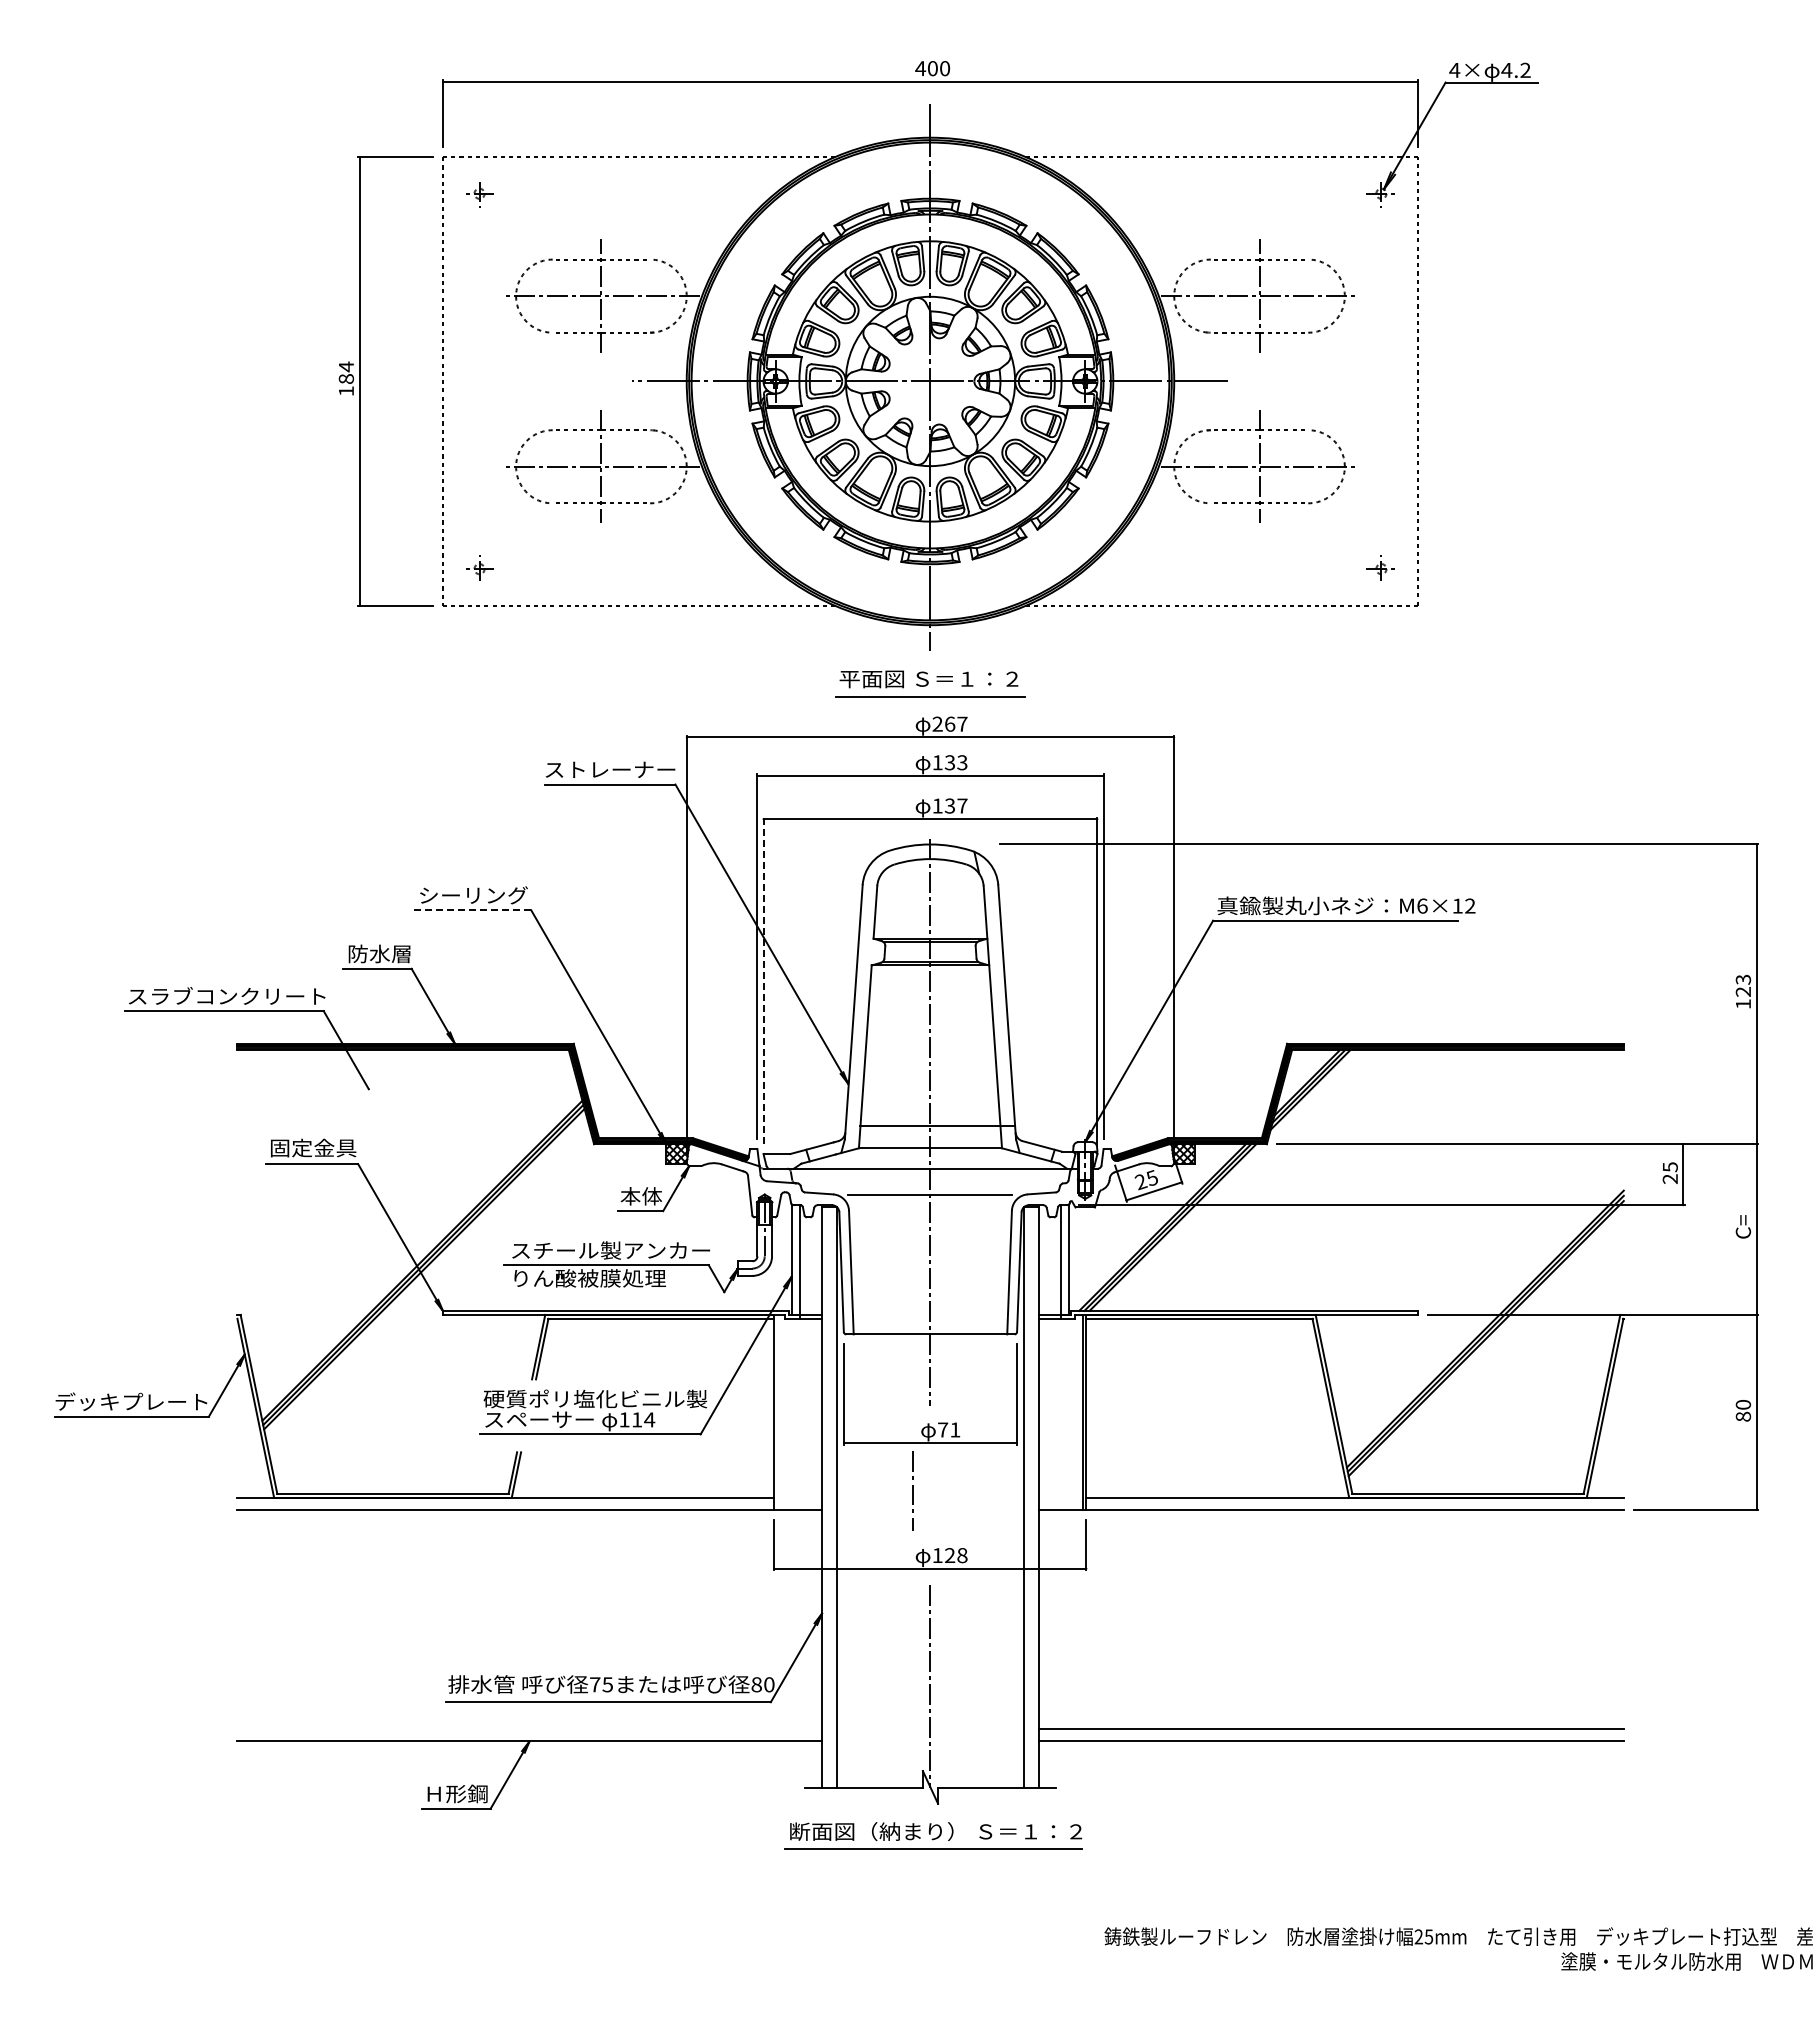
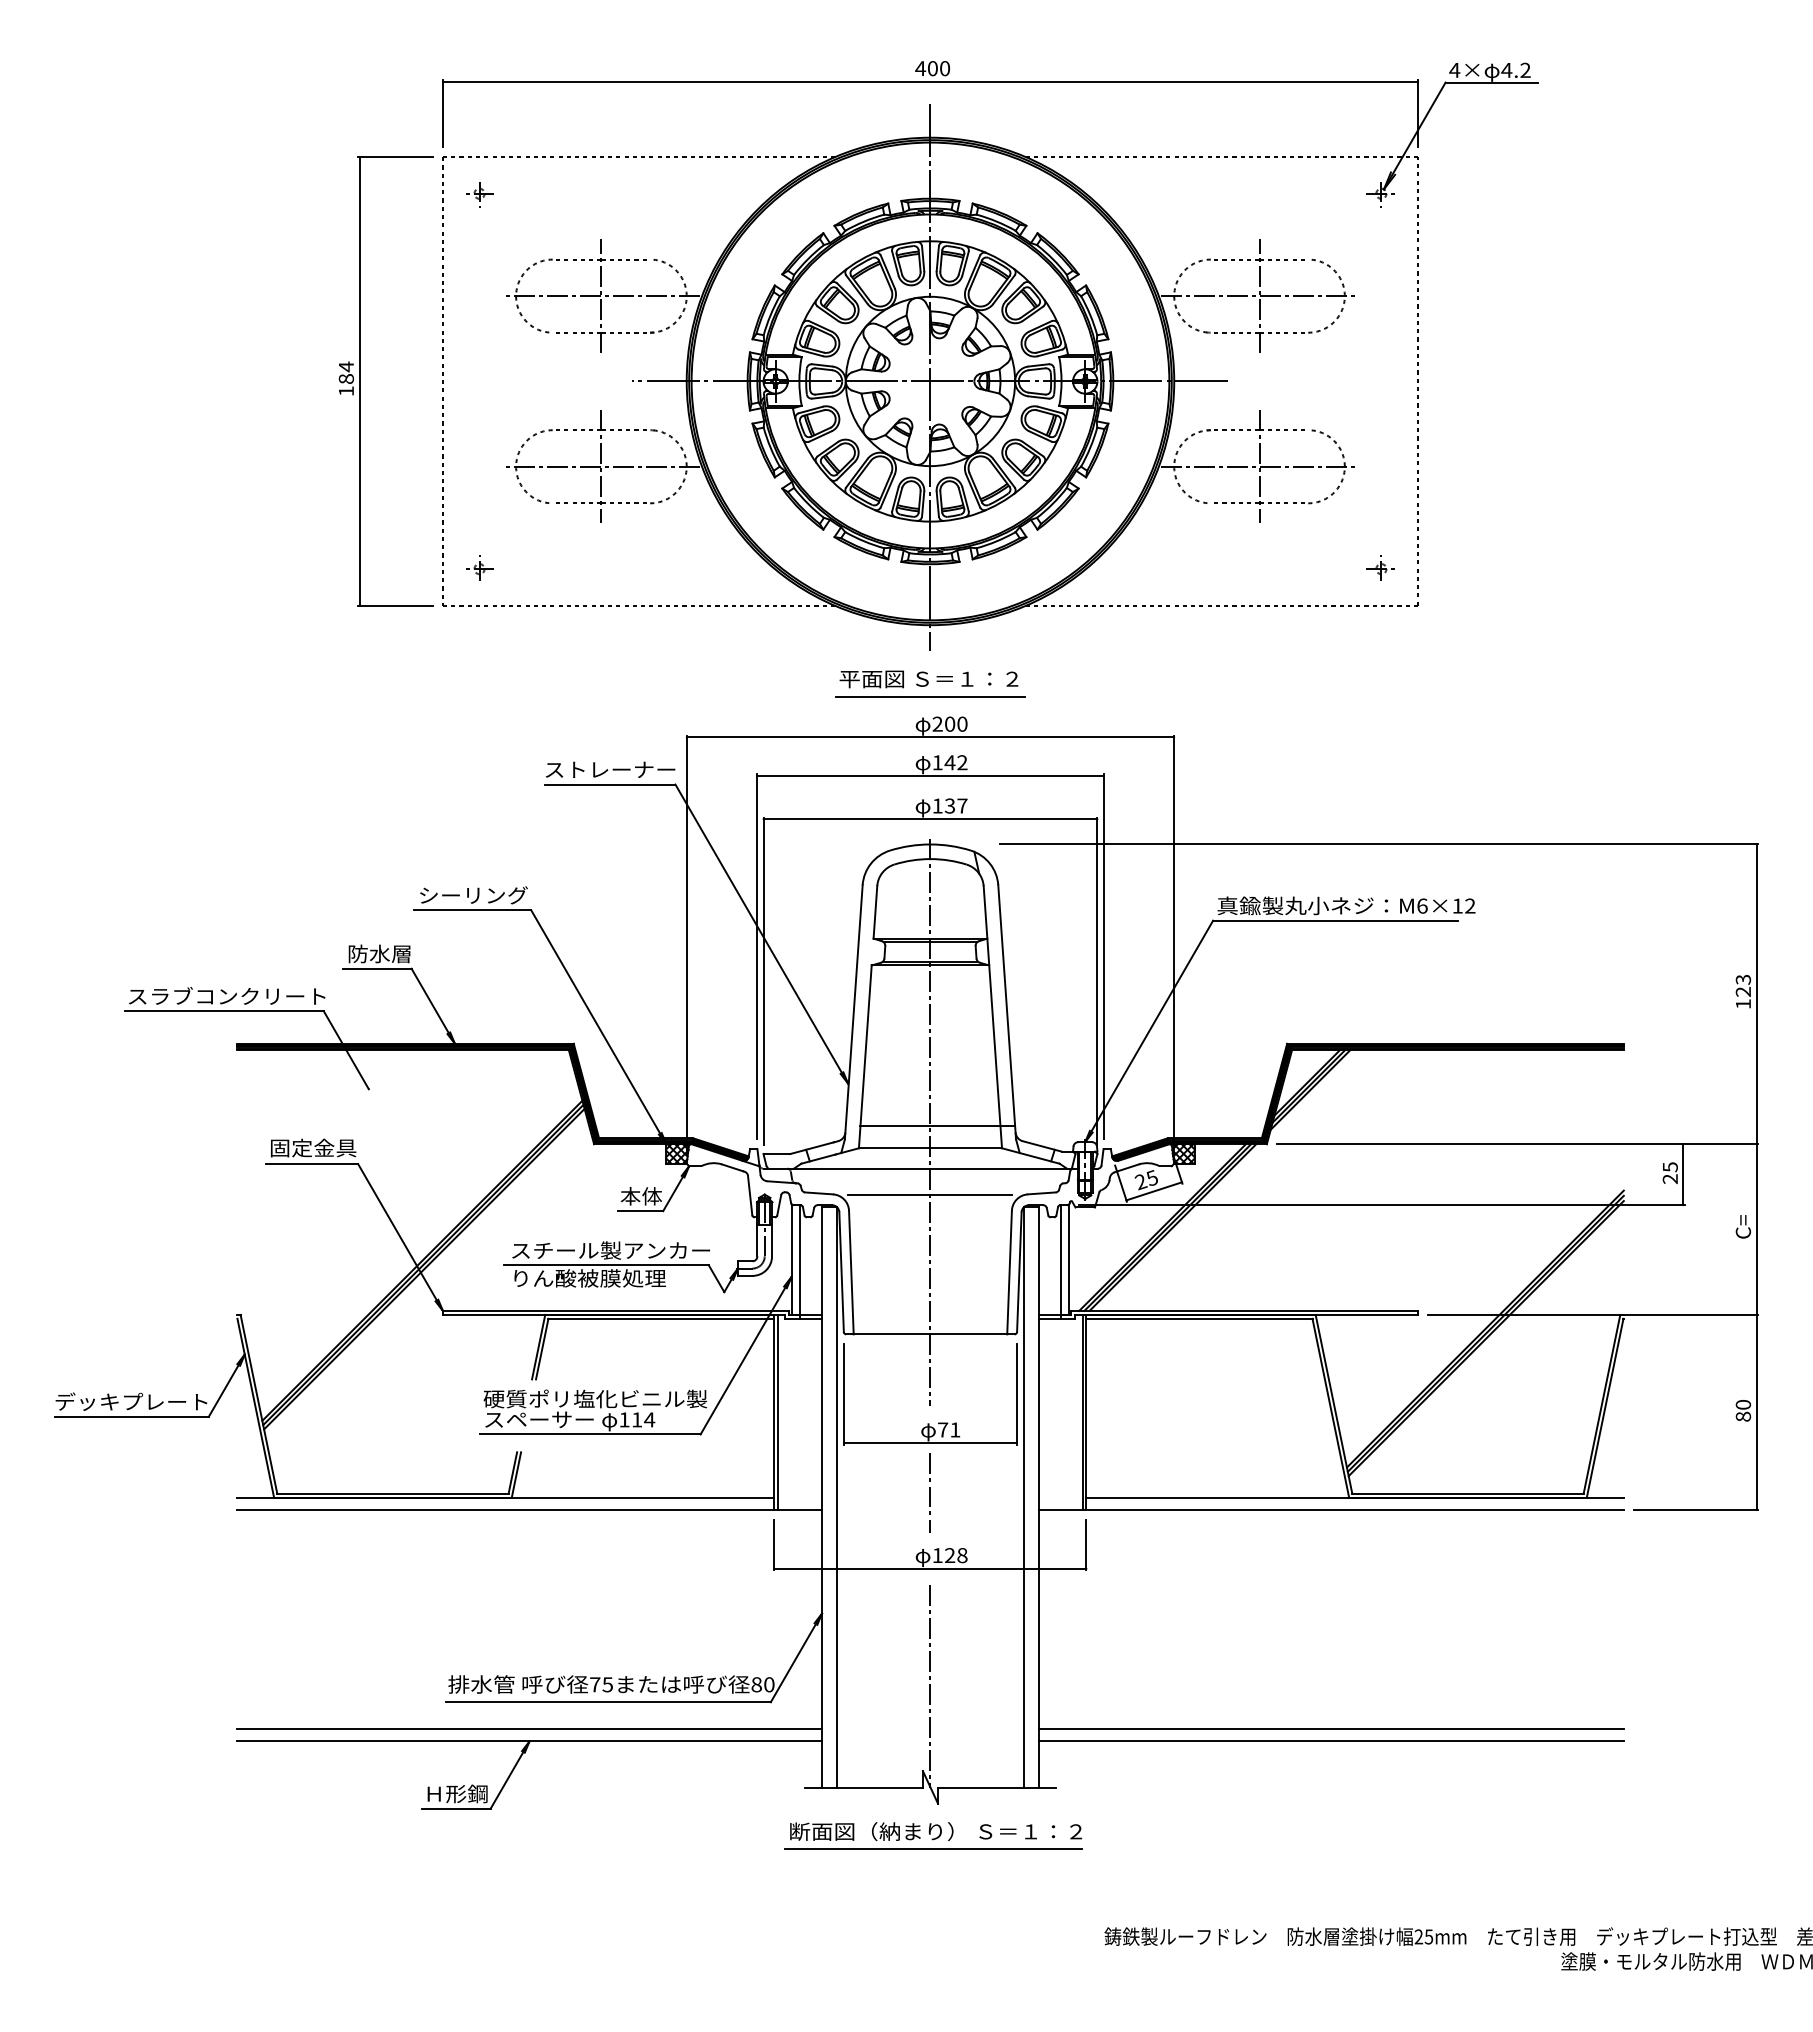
text at (956, 723): 267 -> 200
text at (955, 762): 133 -> 142
line at (472, 910): dashed -> solid
line at (763, 981): dashed -> solid
line at (778, 1411): none -> present
line at (912, 1490) position: (912, 1490) -> (929, 1492)
line at (529, 1729): none -> present
